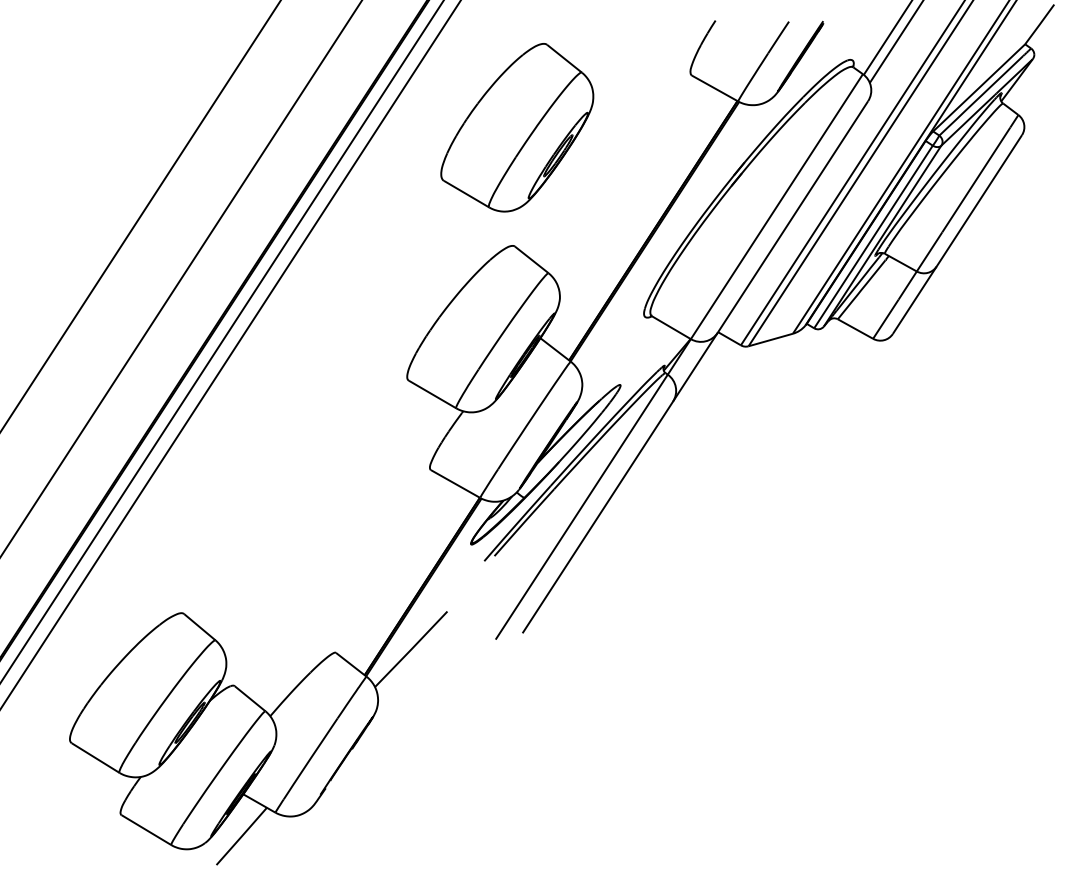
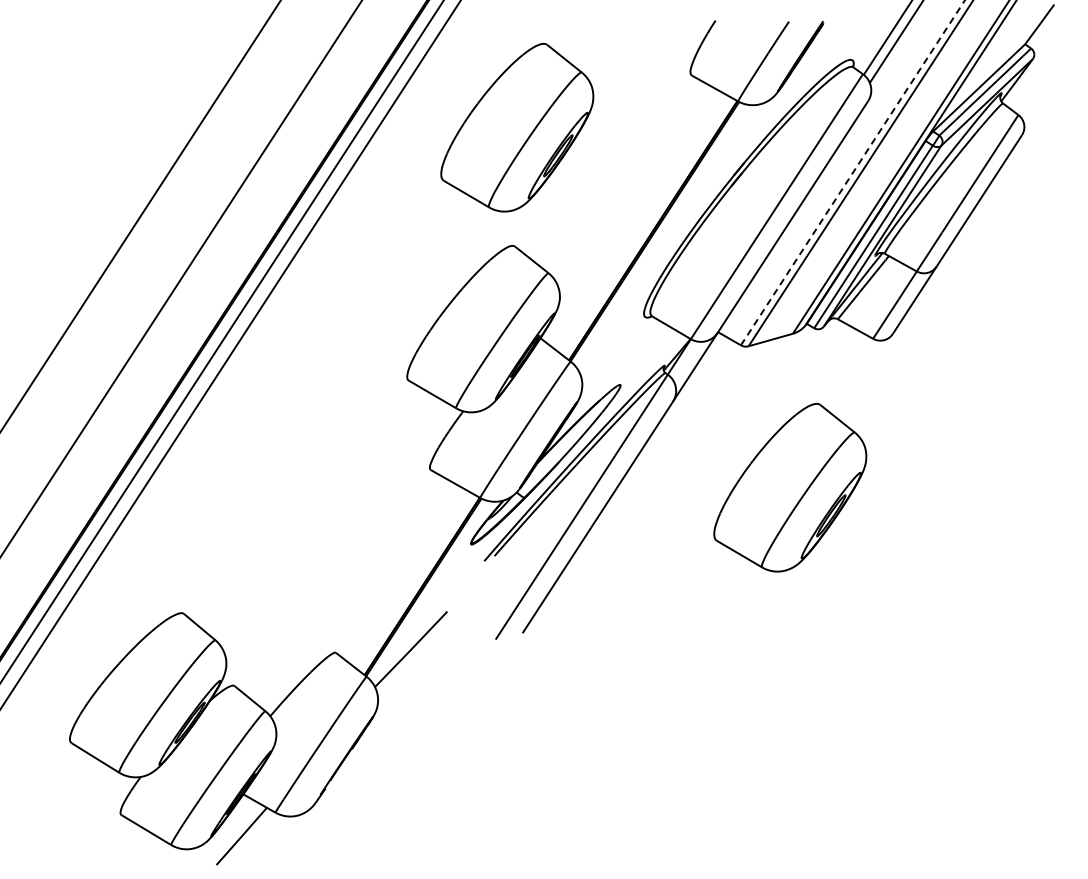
line at (853, 172): solid -> dashed
part at (790, 487): none -> present
